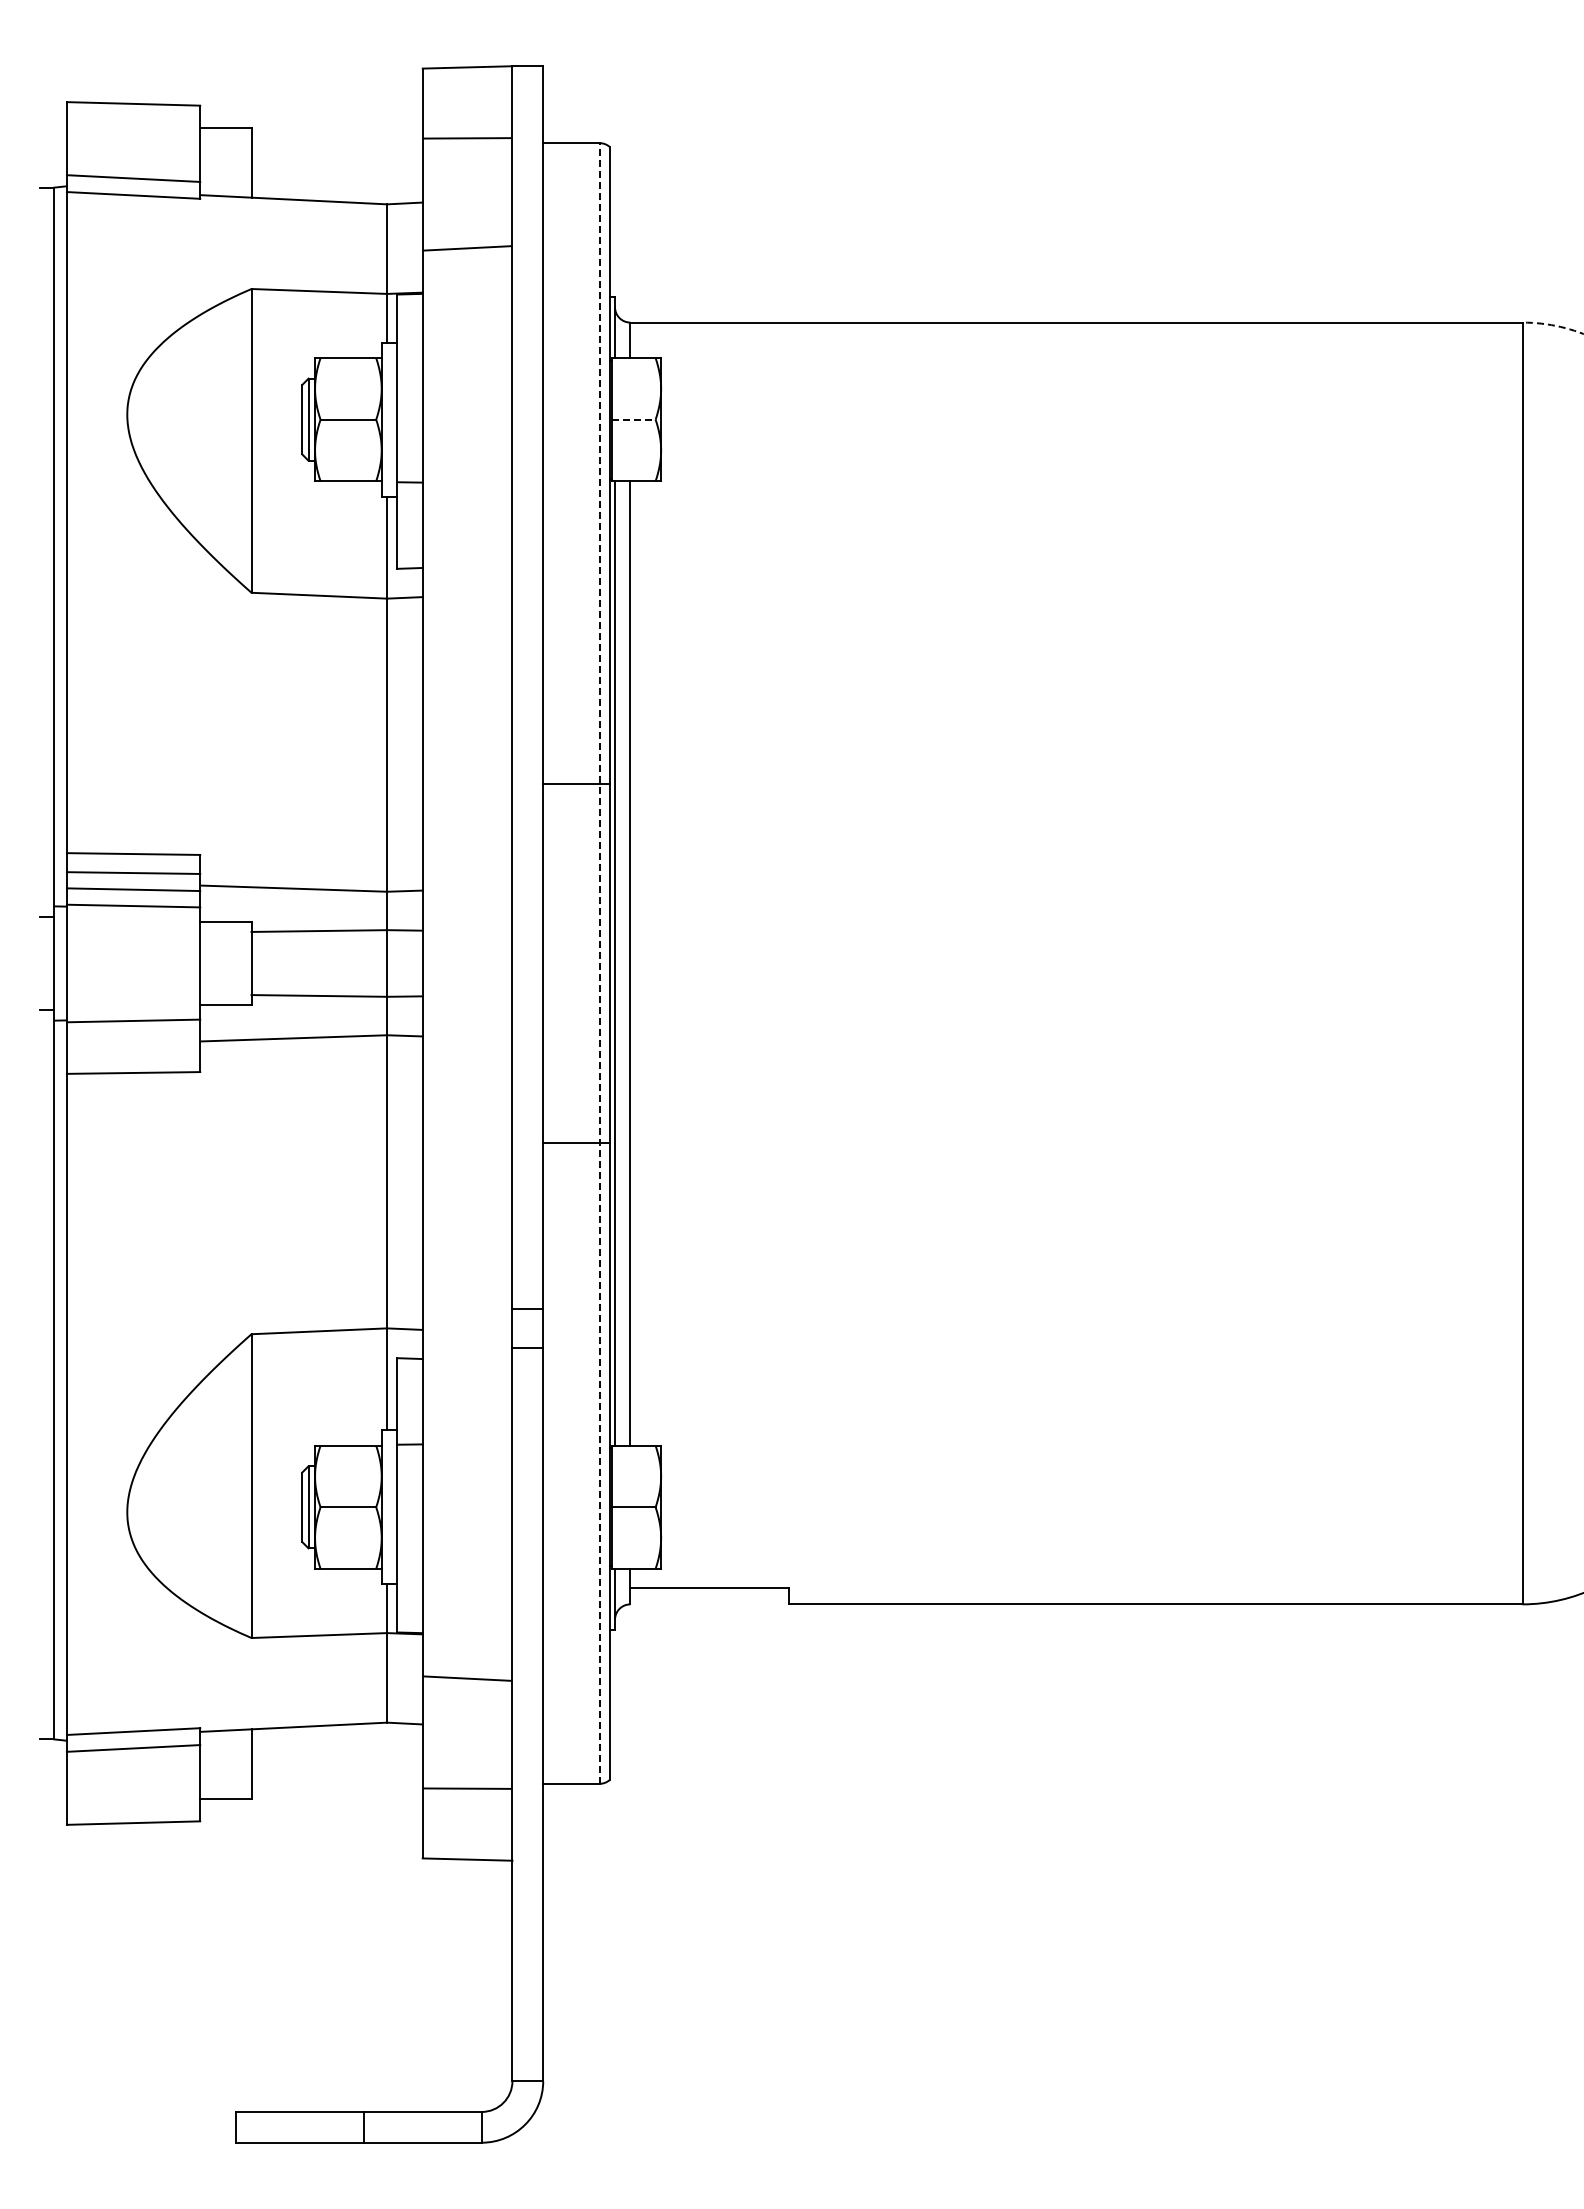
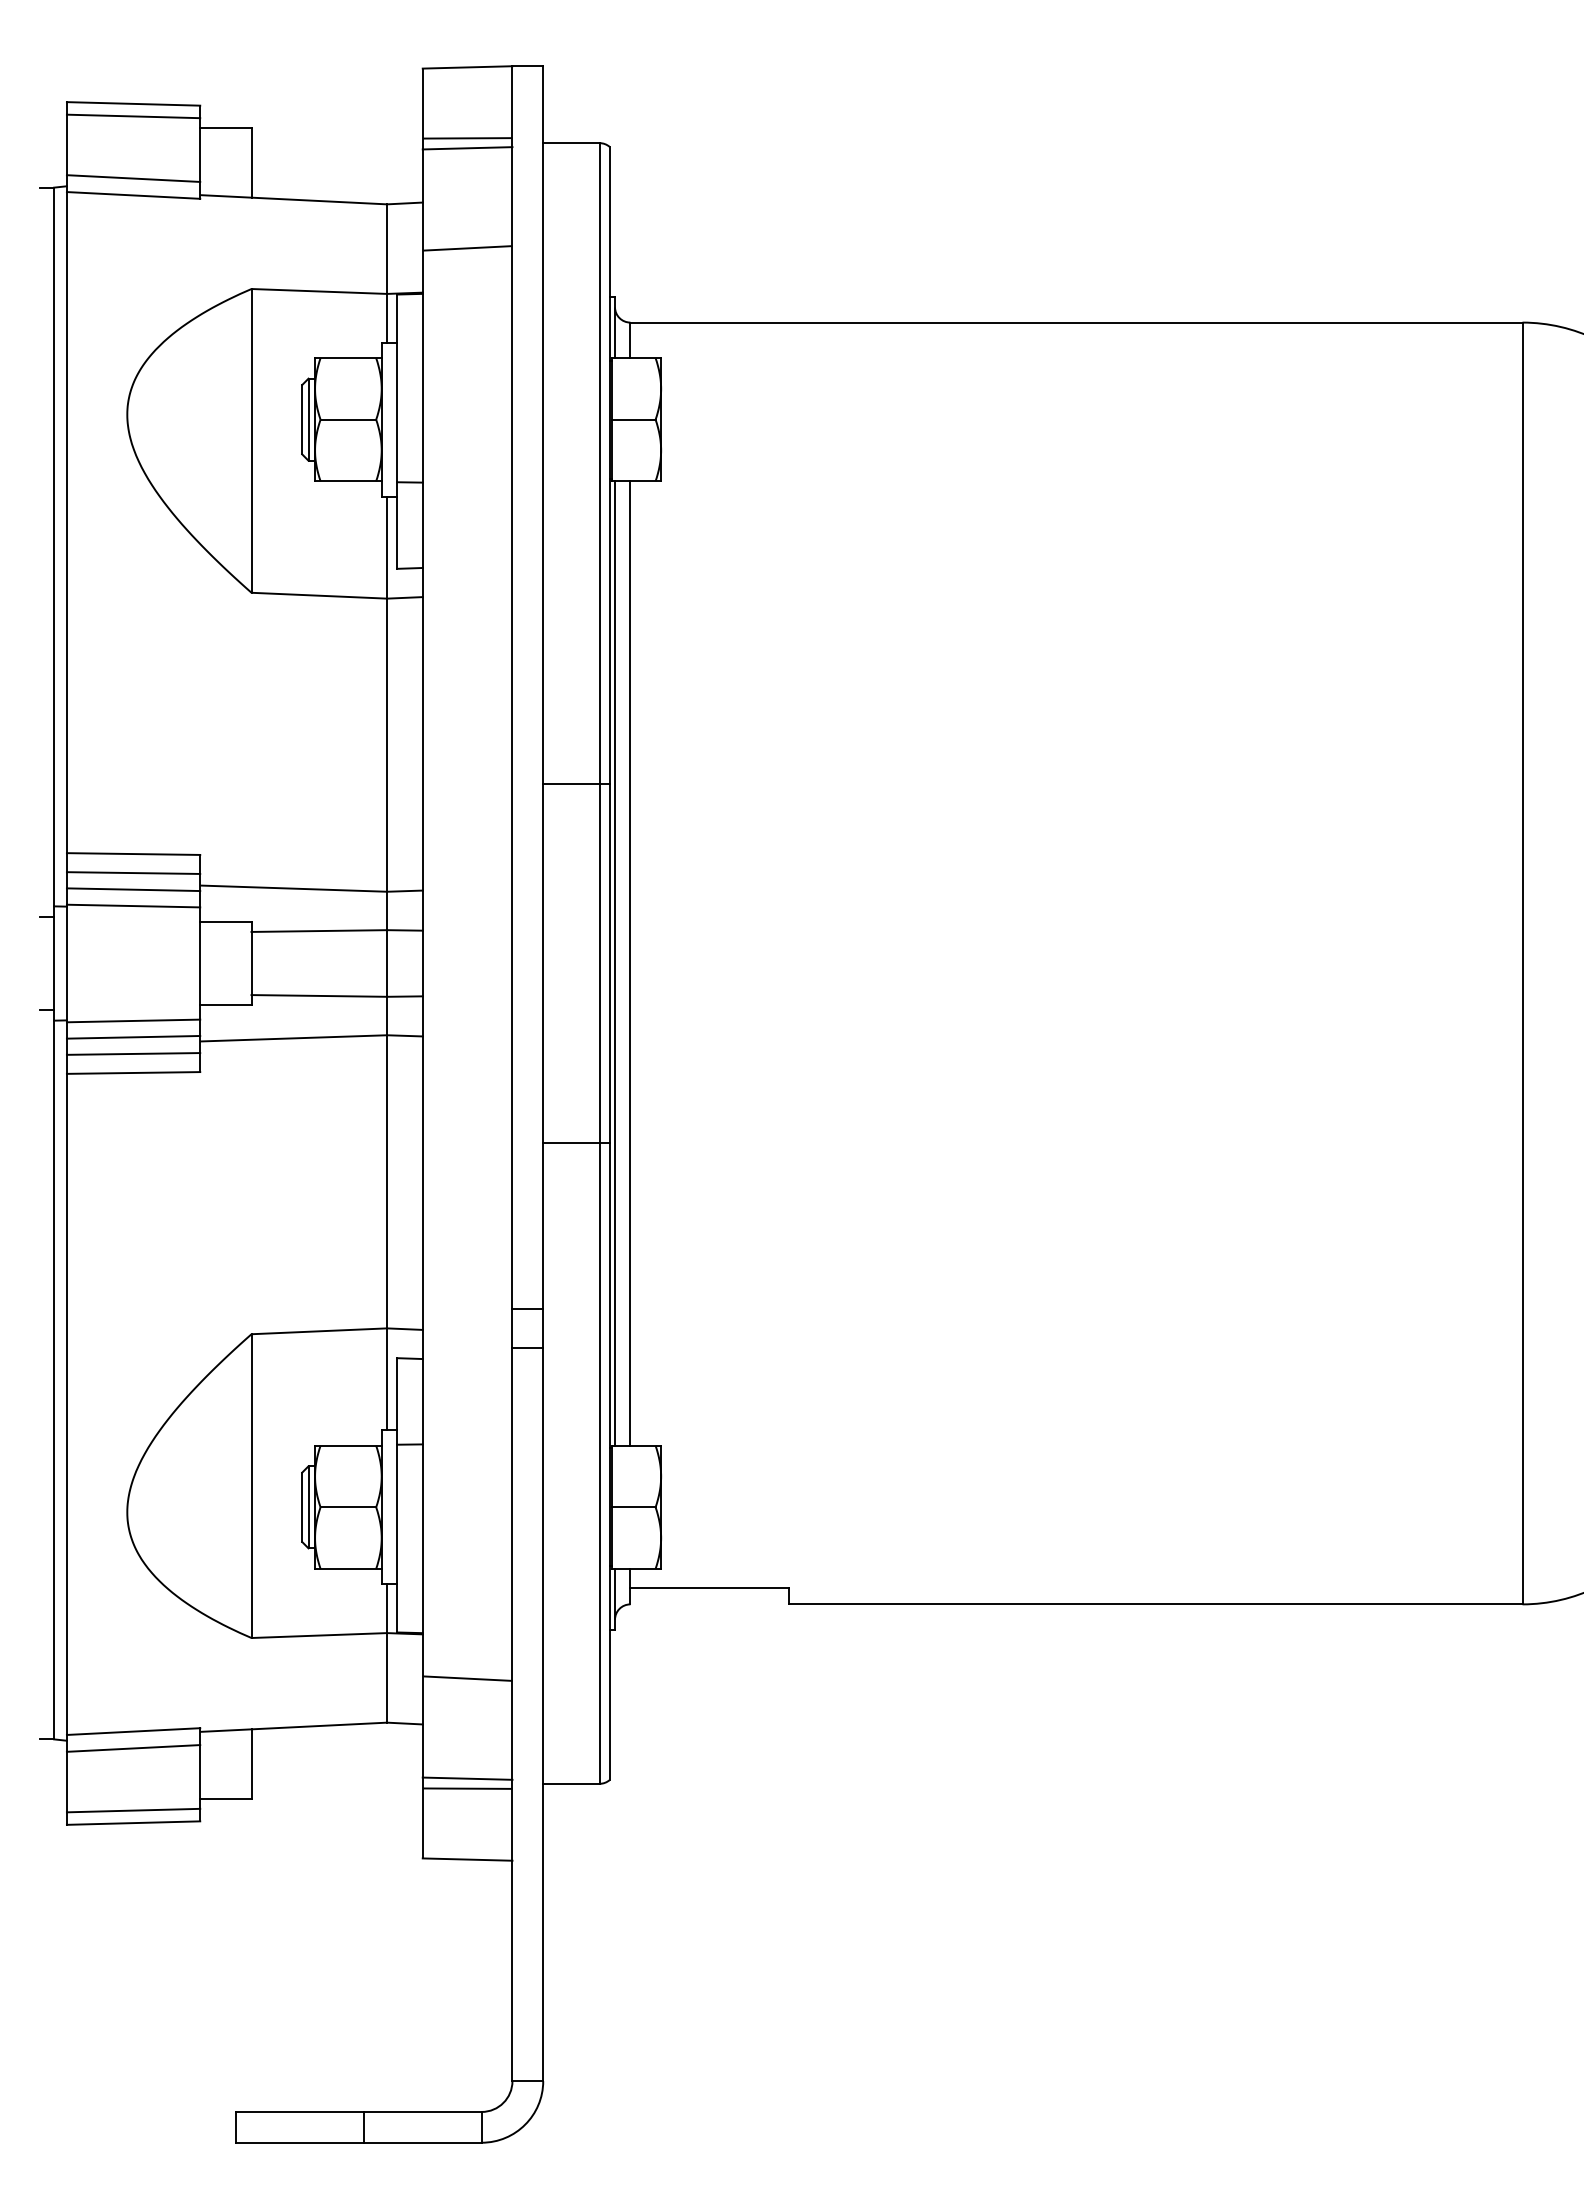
line at (133, 116): none -> present
line at (467, 148): none -> present
arc at (1553, 325): dashed -> solid
line at (633, 419): dashed -> solid
line at (599, 962): dashed -> solid
line at (133, 1036): none -> present
line at (133, 1053): none -> present
line at (467, 1778): none -> present
line at (133, 1810): none -> present
